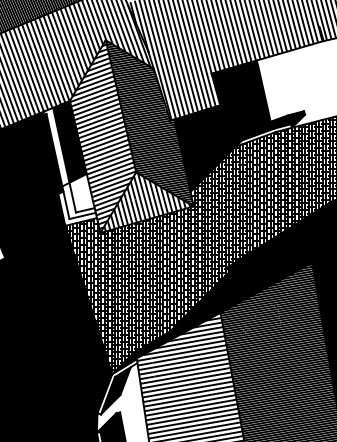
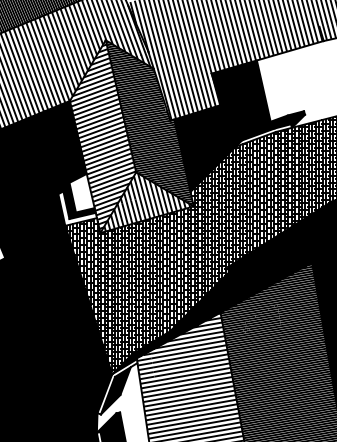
fill at (68, 163): none -> present
